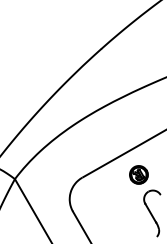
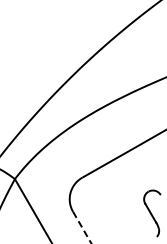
part at (138, 174): present -> none
line at (82, 228): solid -> dashed
